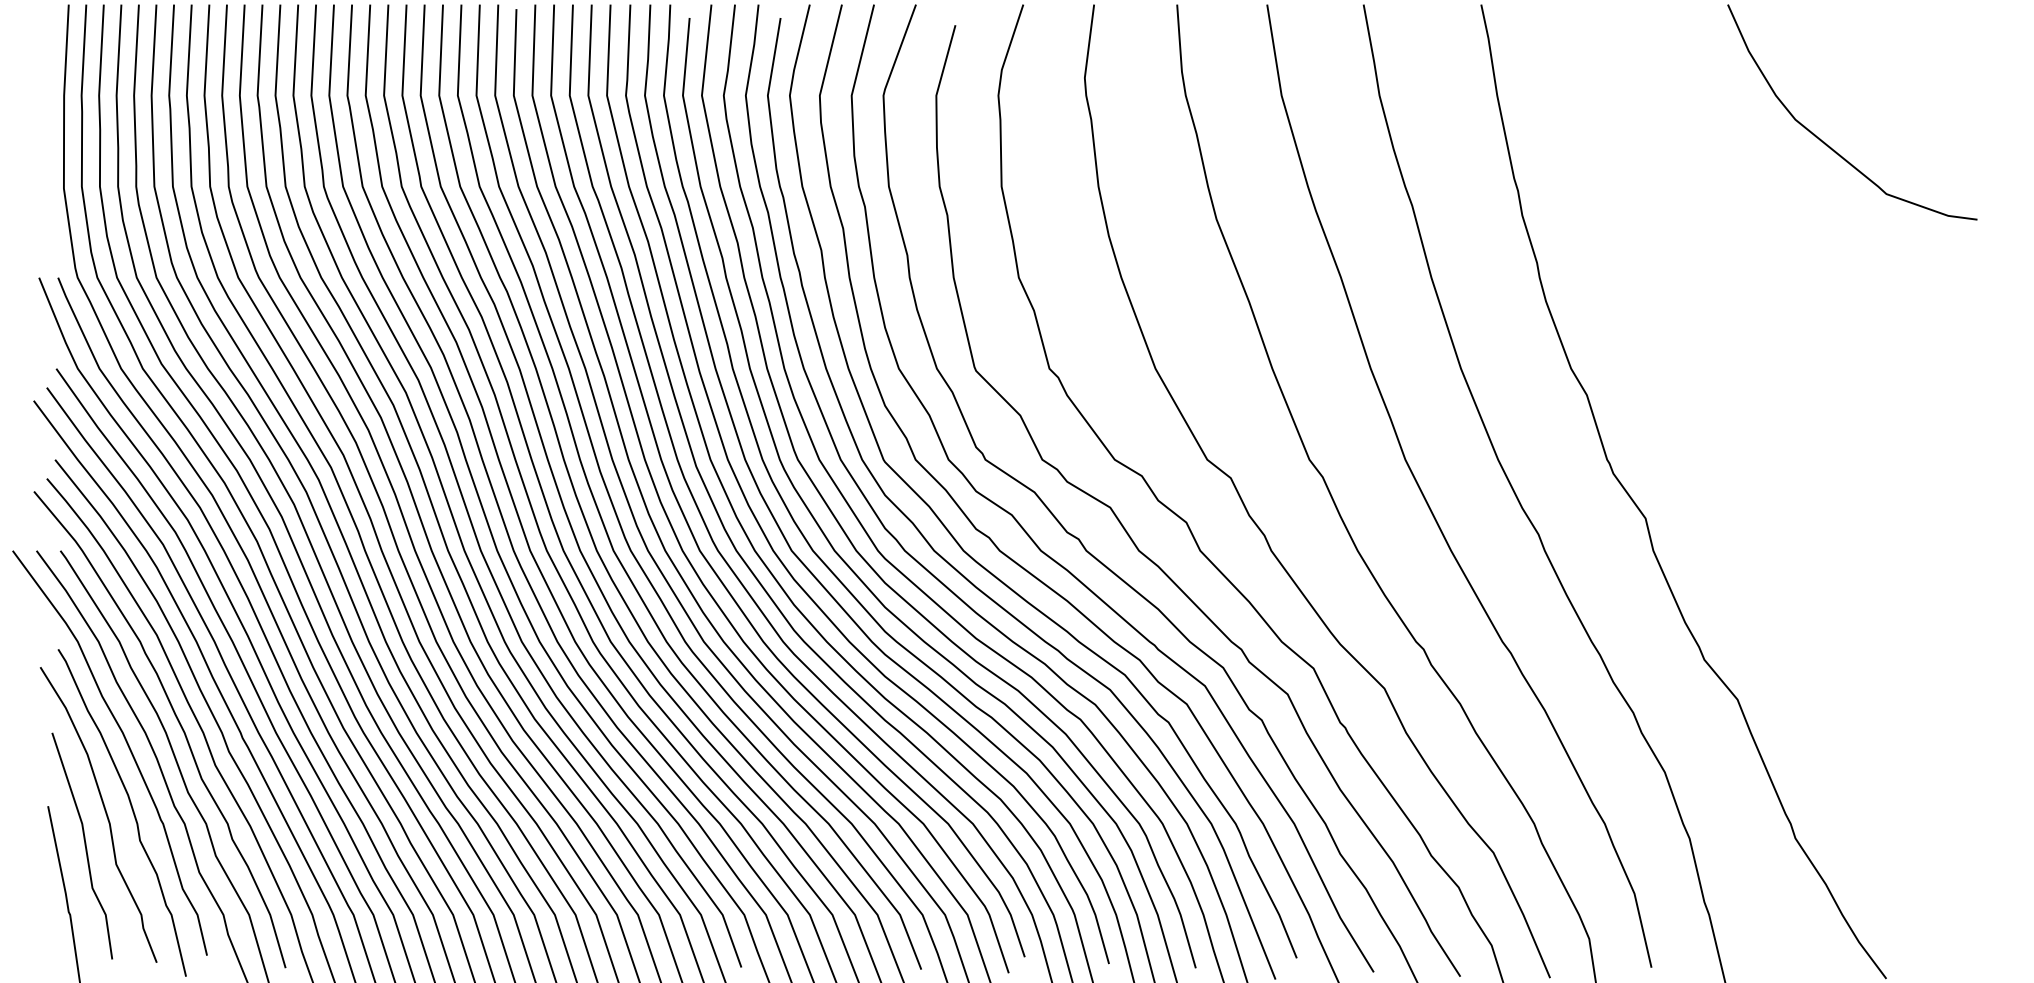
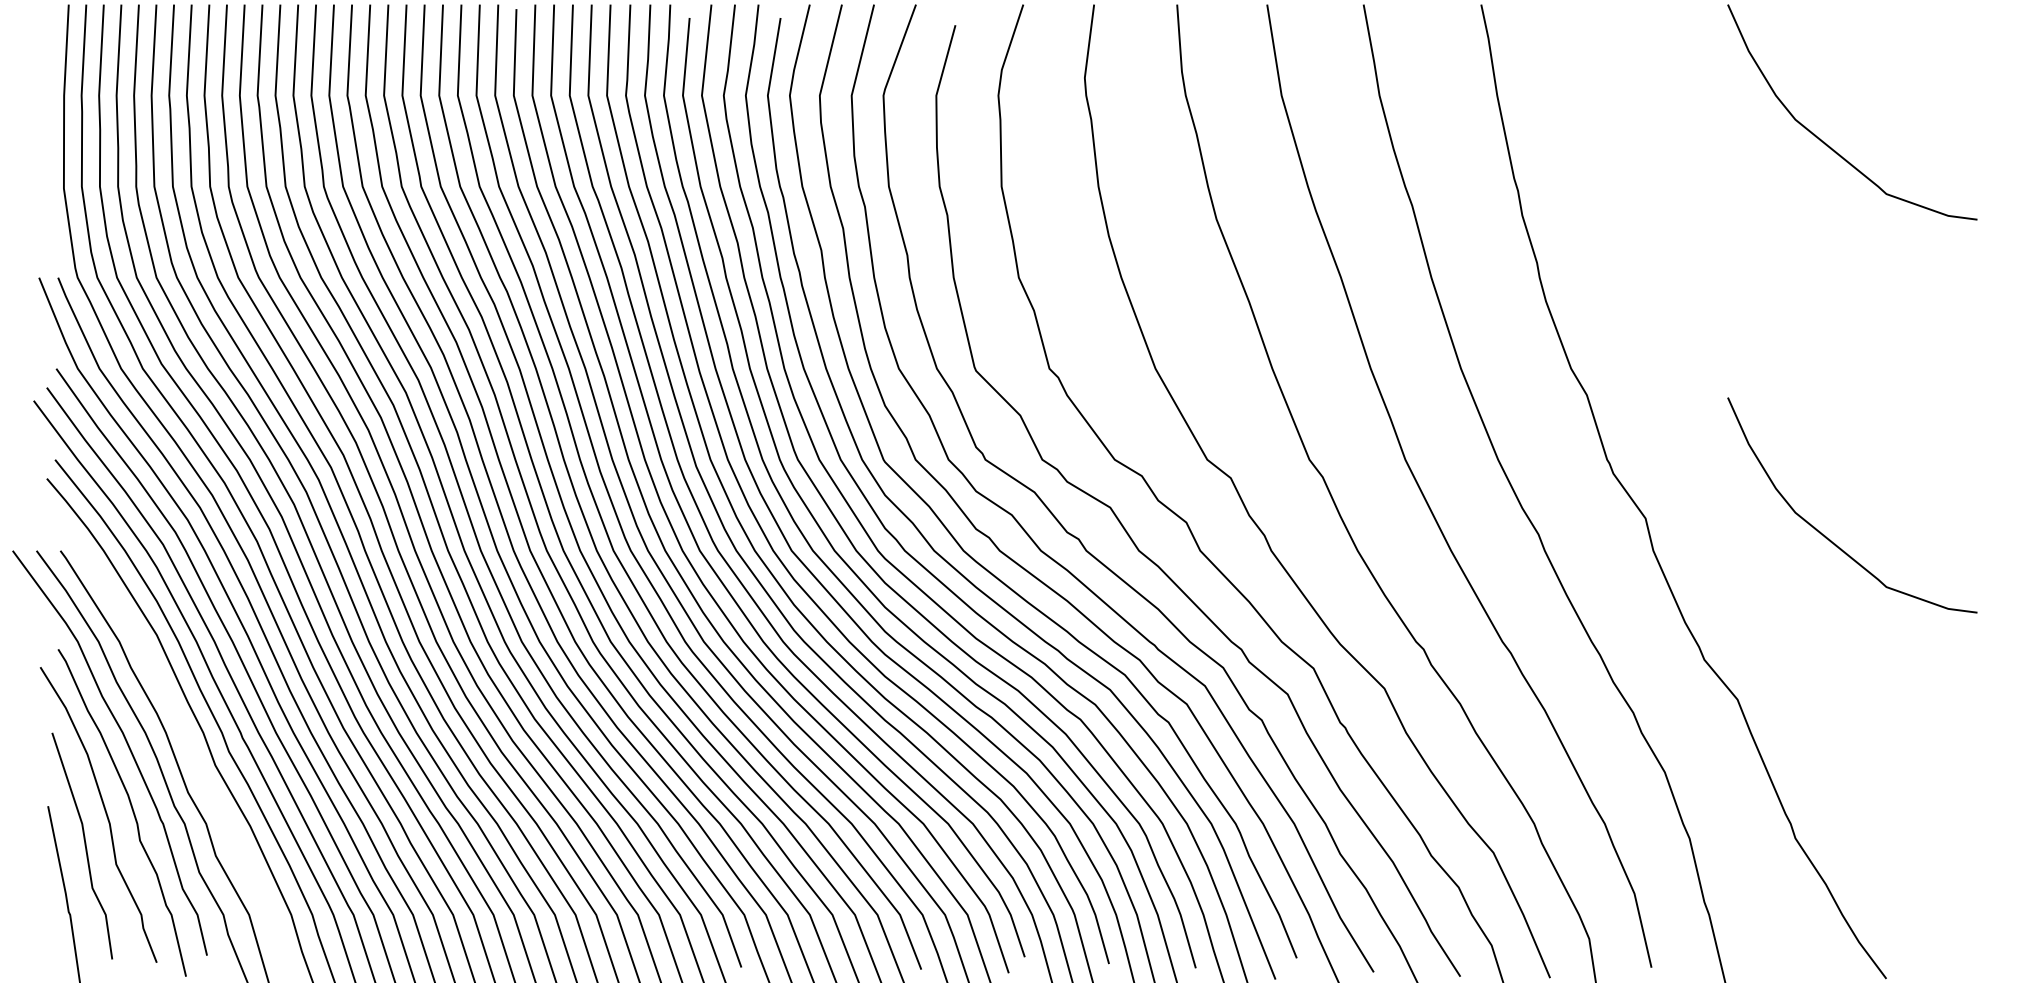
curve at (1824, 534): none -> present
curve at (177, 721): present -> none
